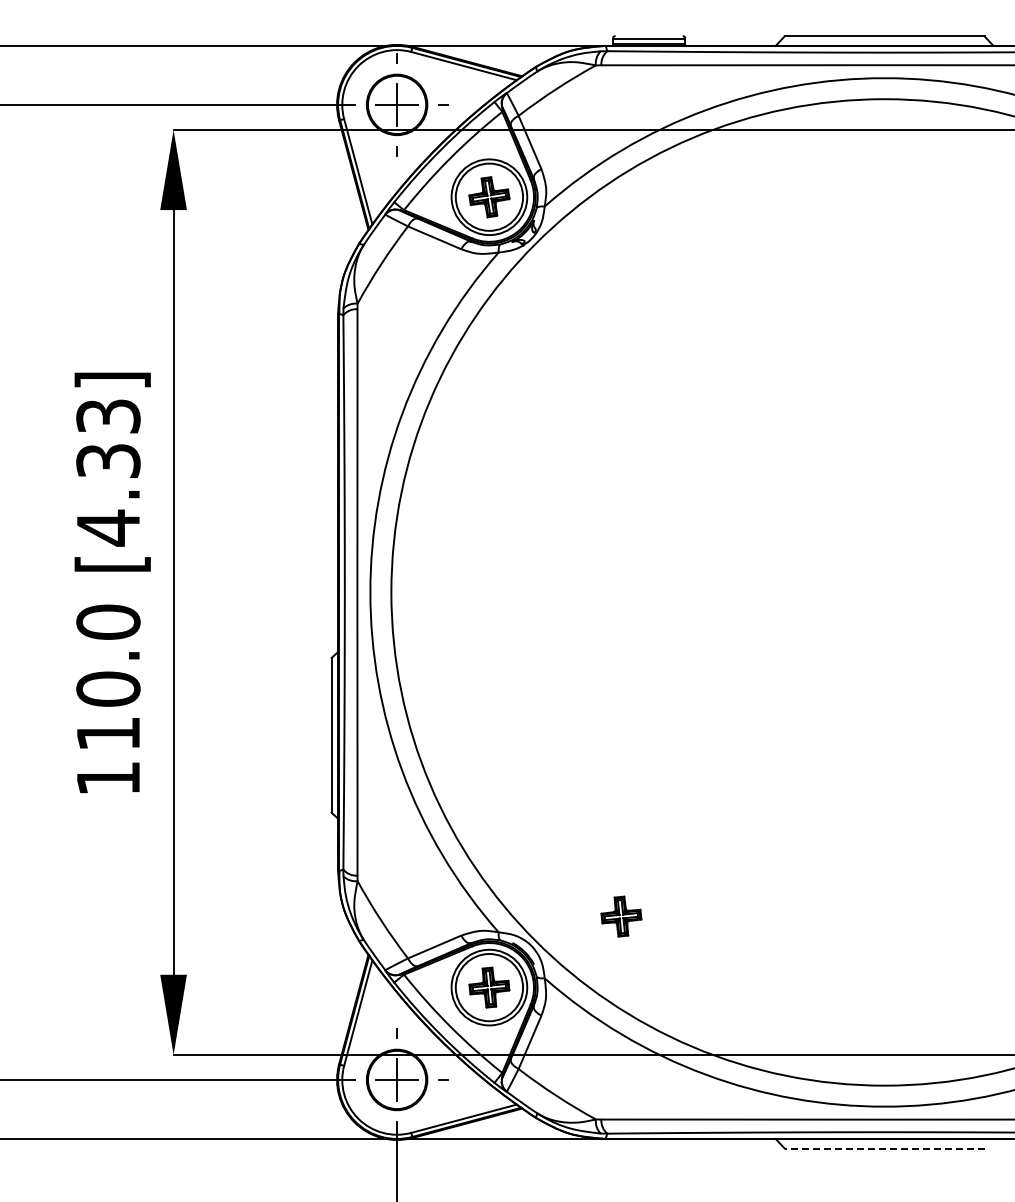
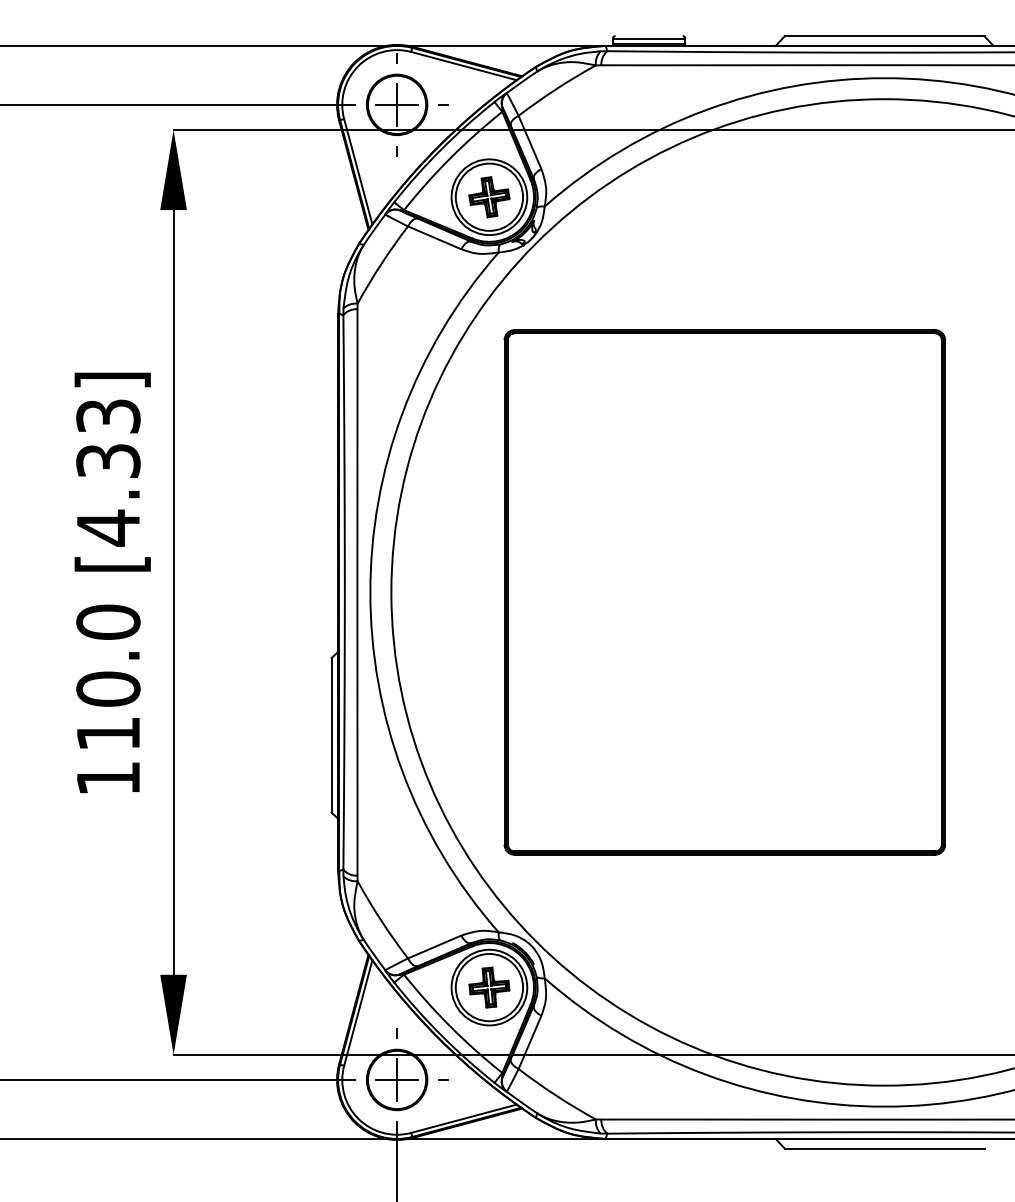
part at (724, 592): none -> present
part at (621, 916): present -> none
line at (884, 1148): dashed -> solid
